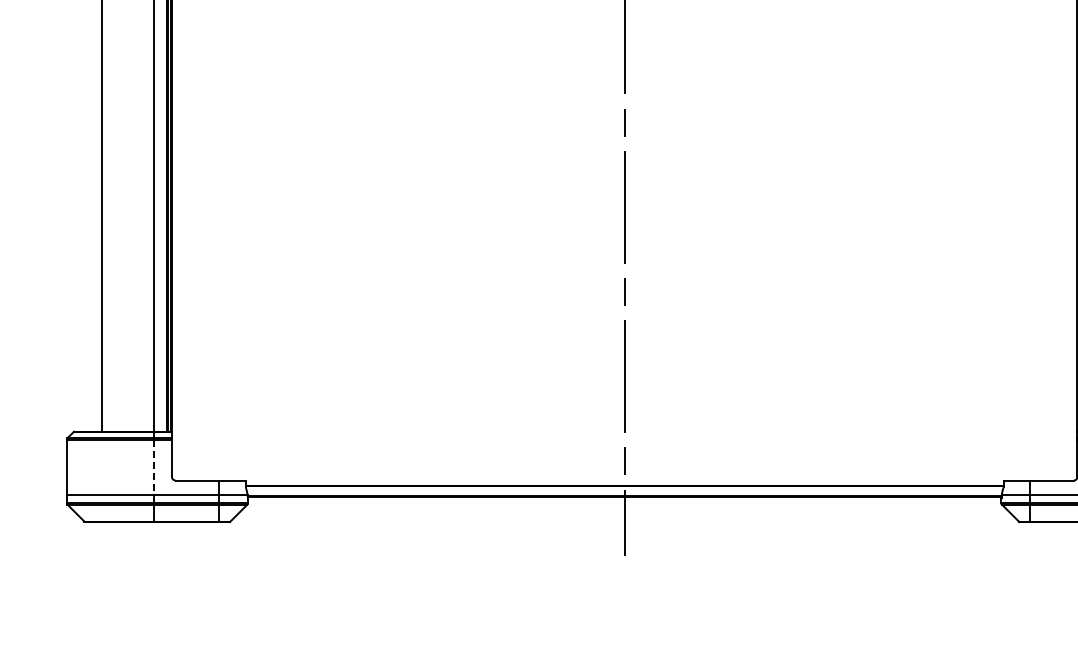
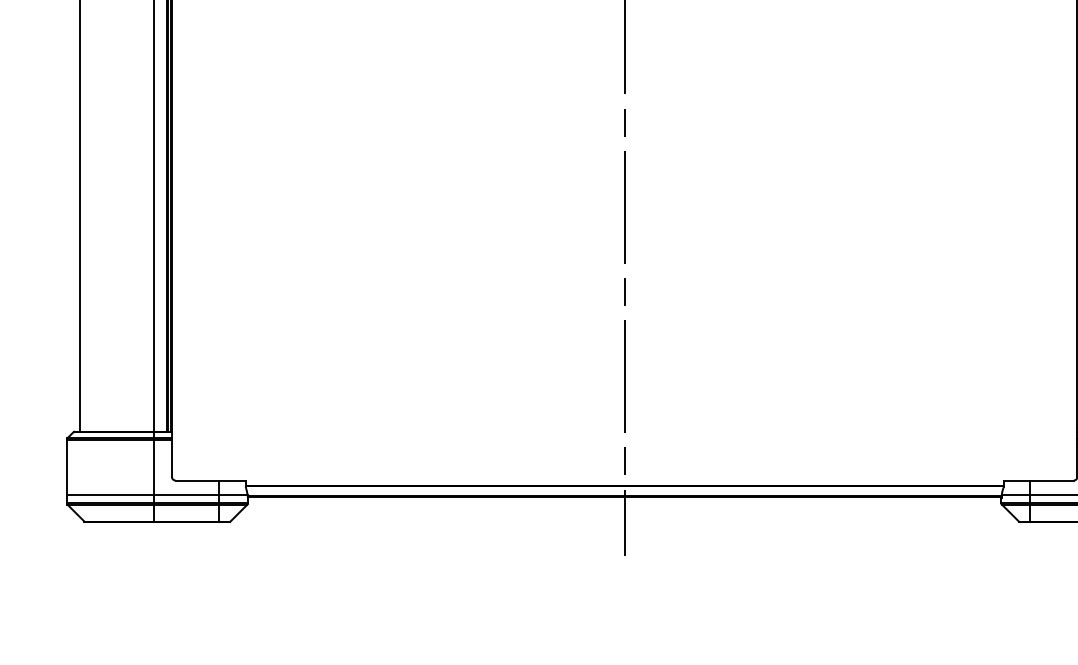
line at (101, 216) position: (101, 216) -> (79, 216)
line at (153, 467): dashed -> solid
